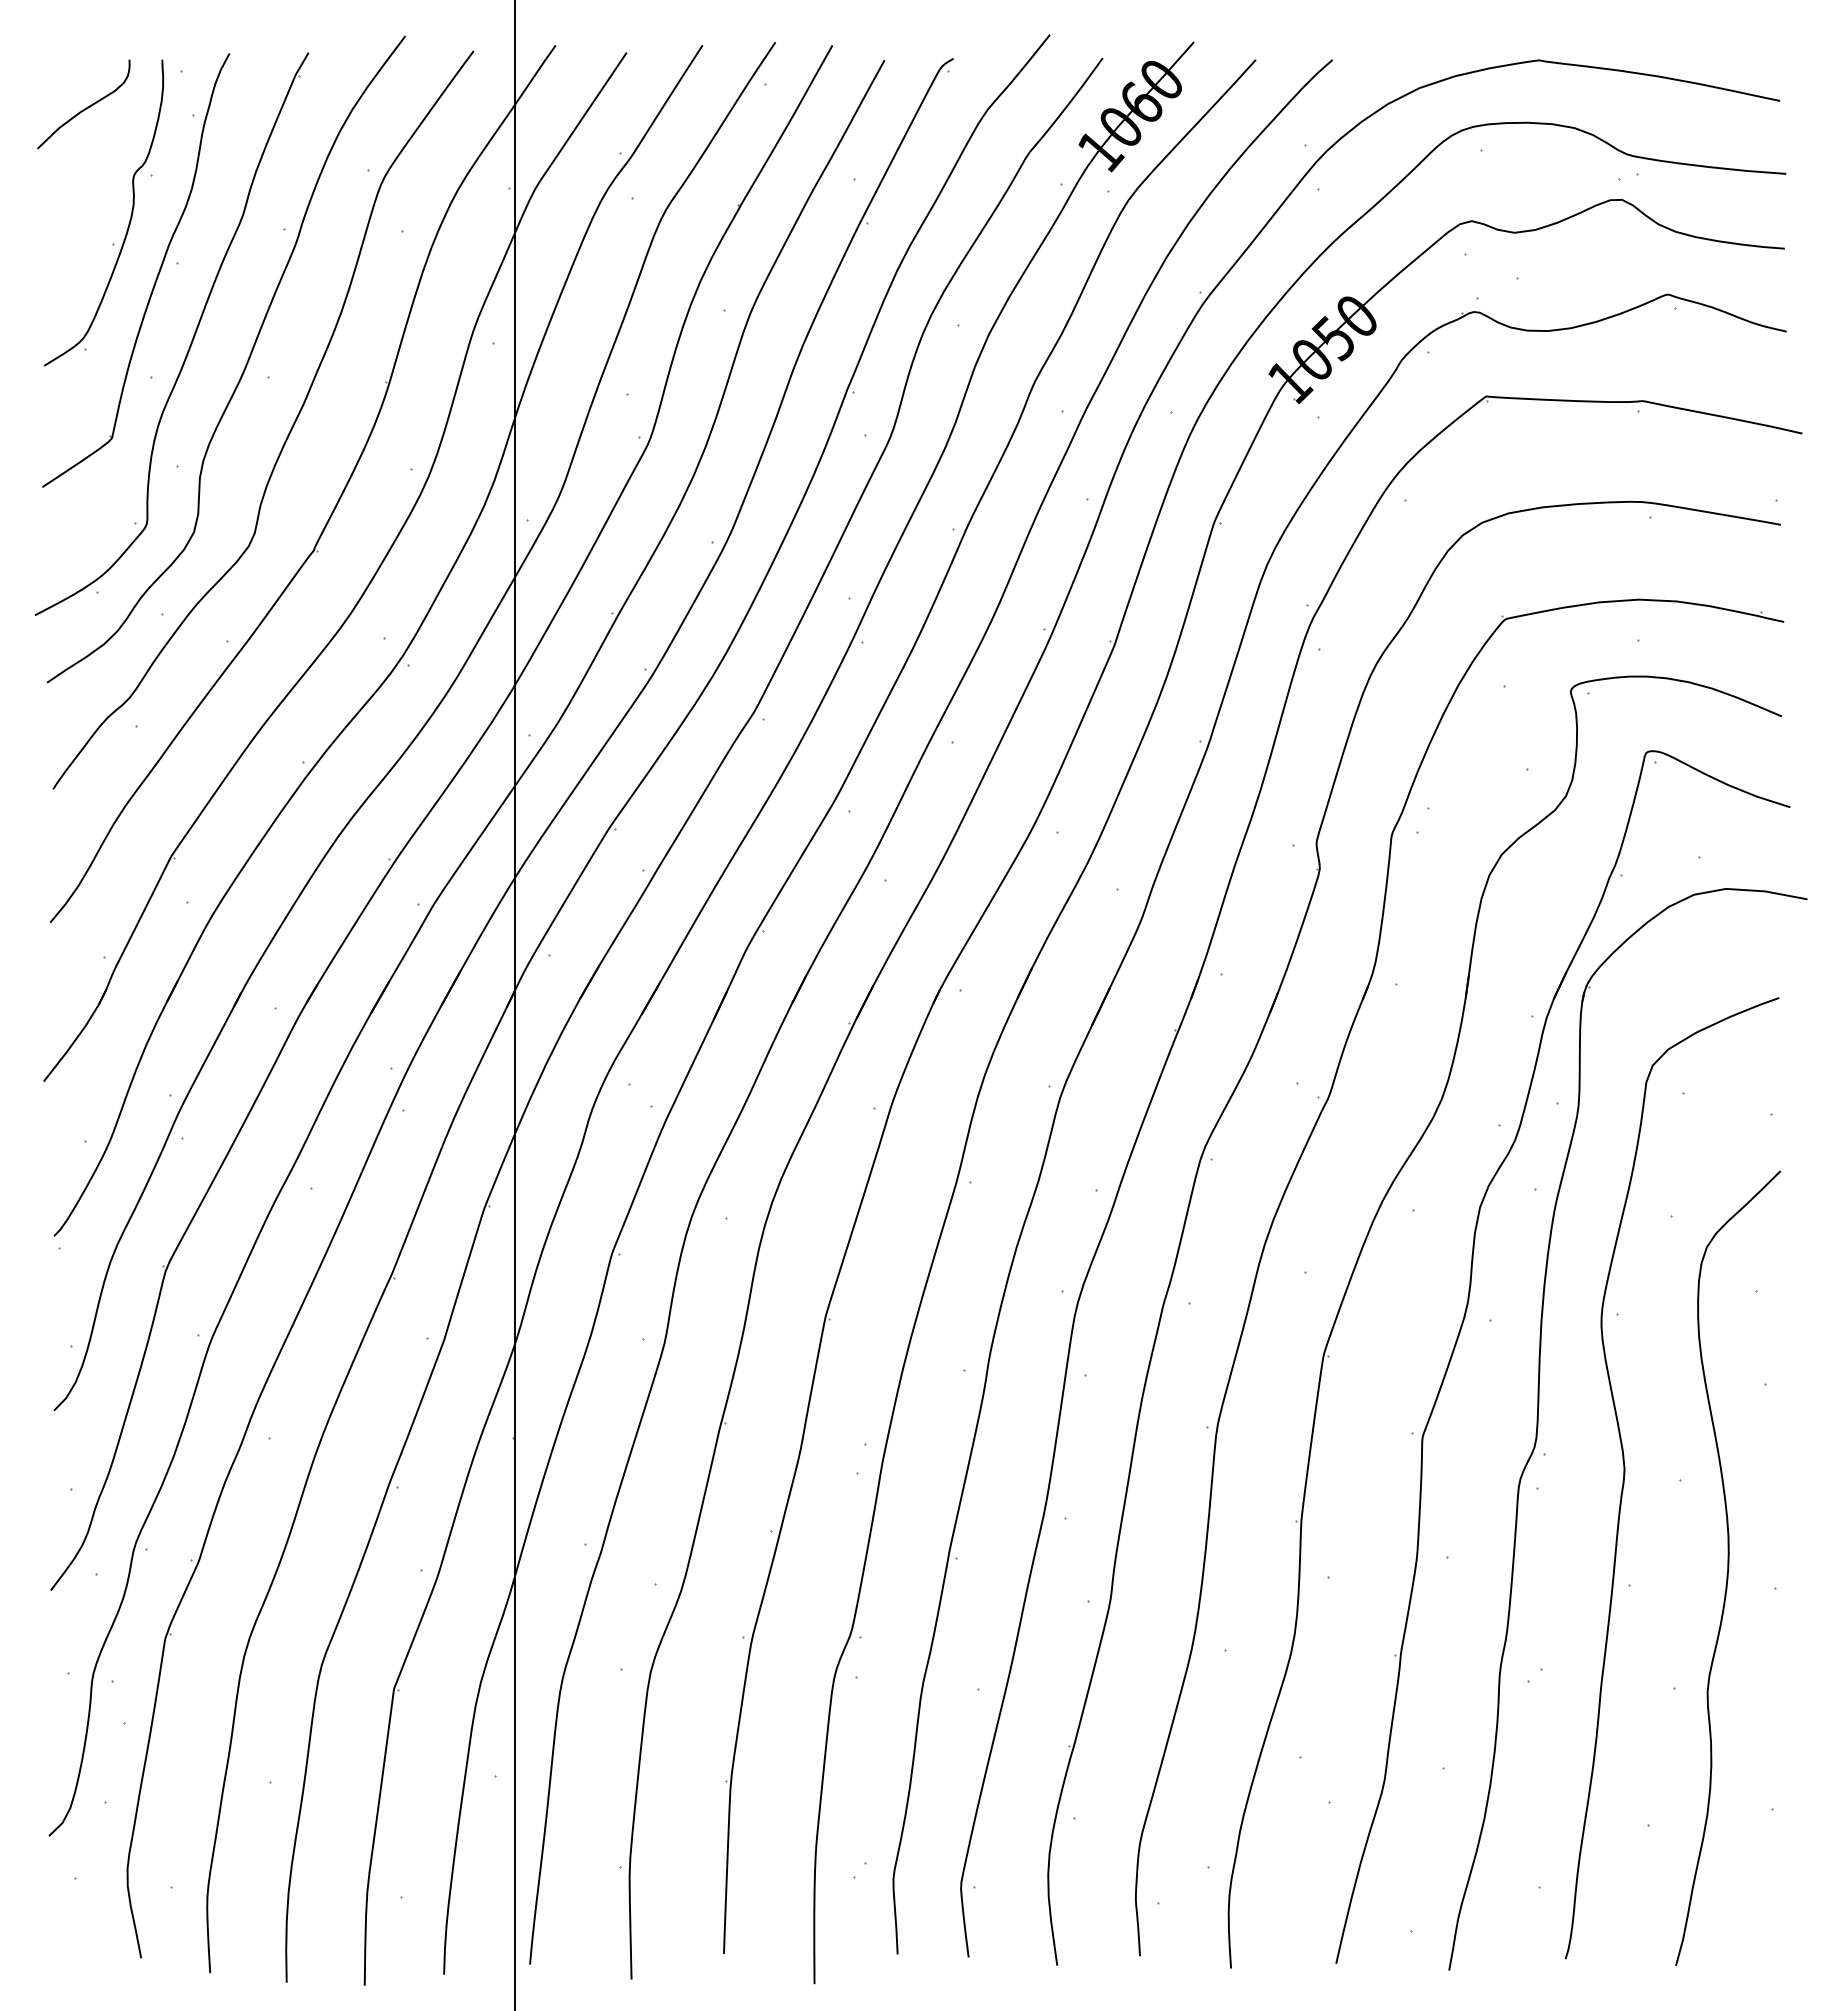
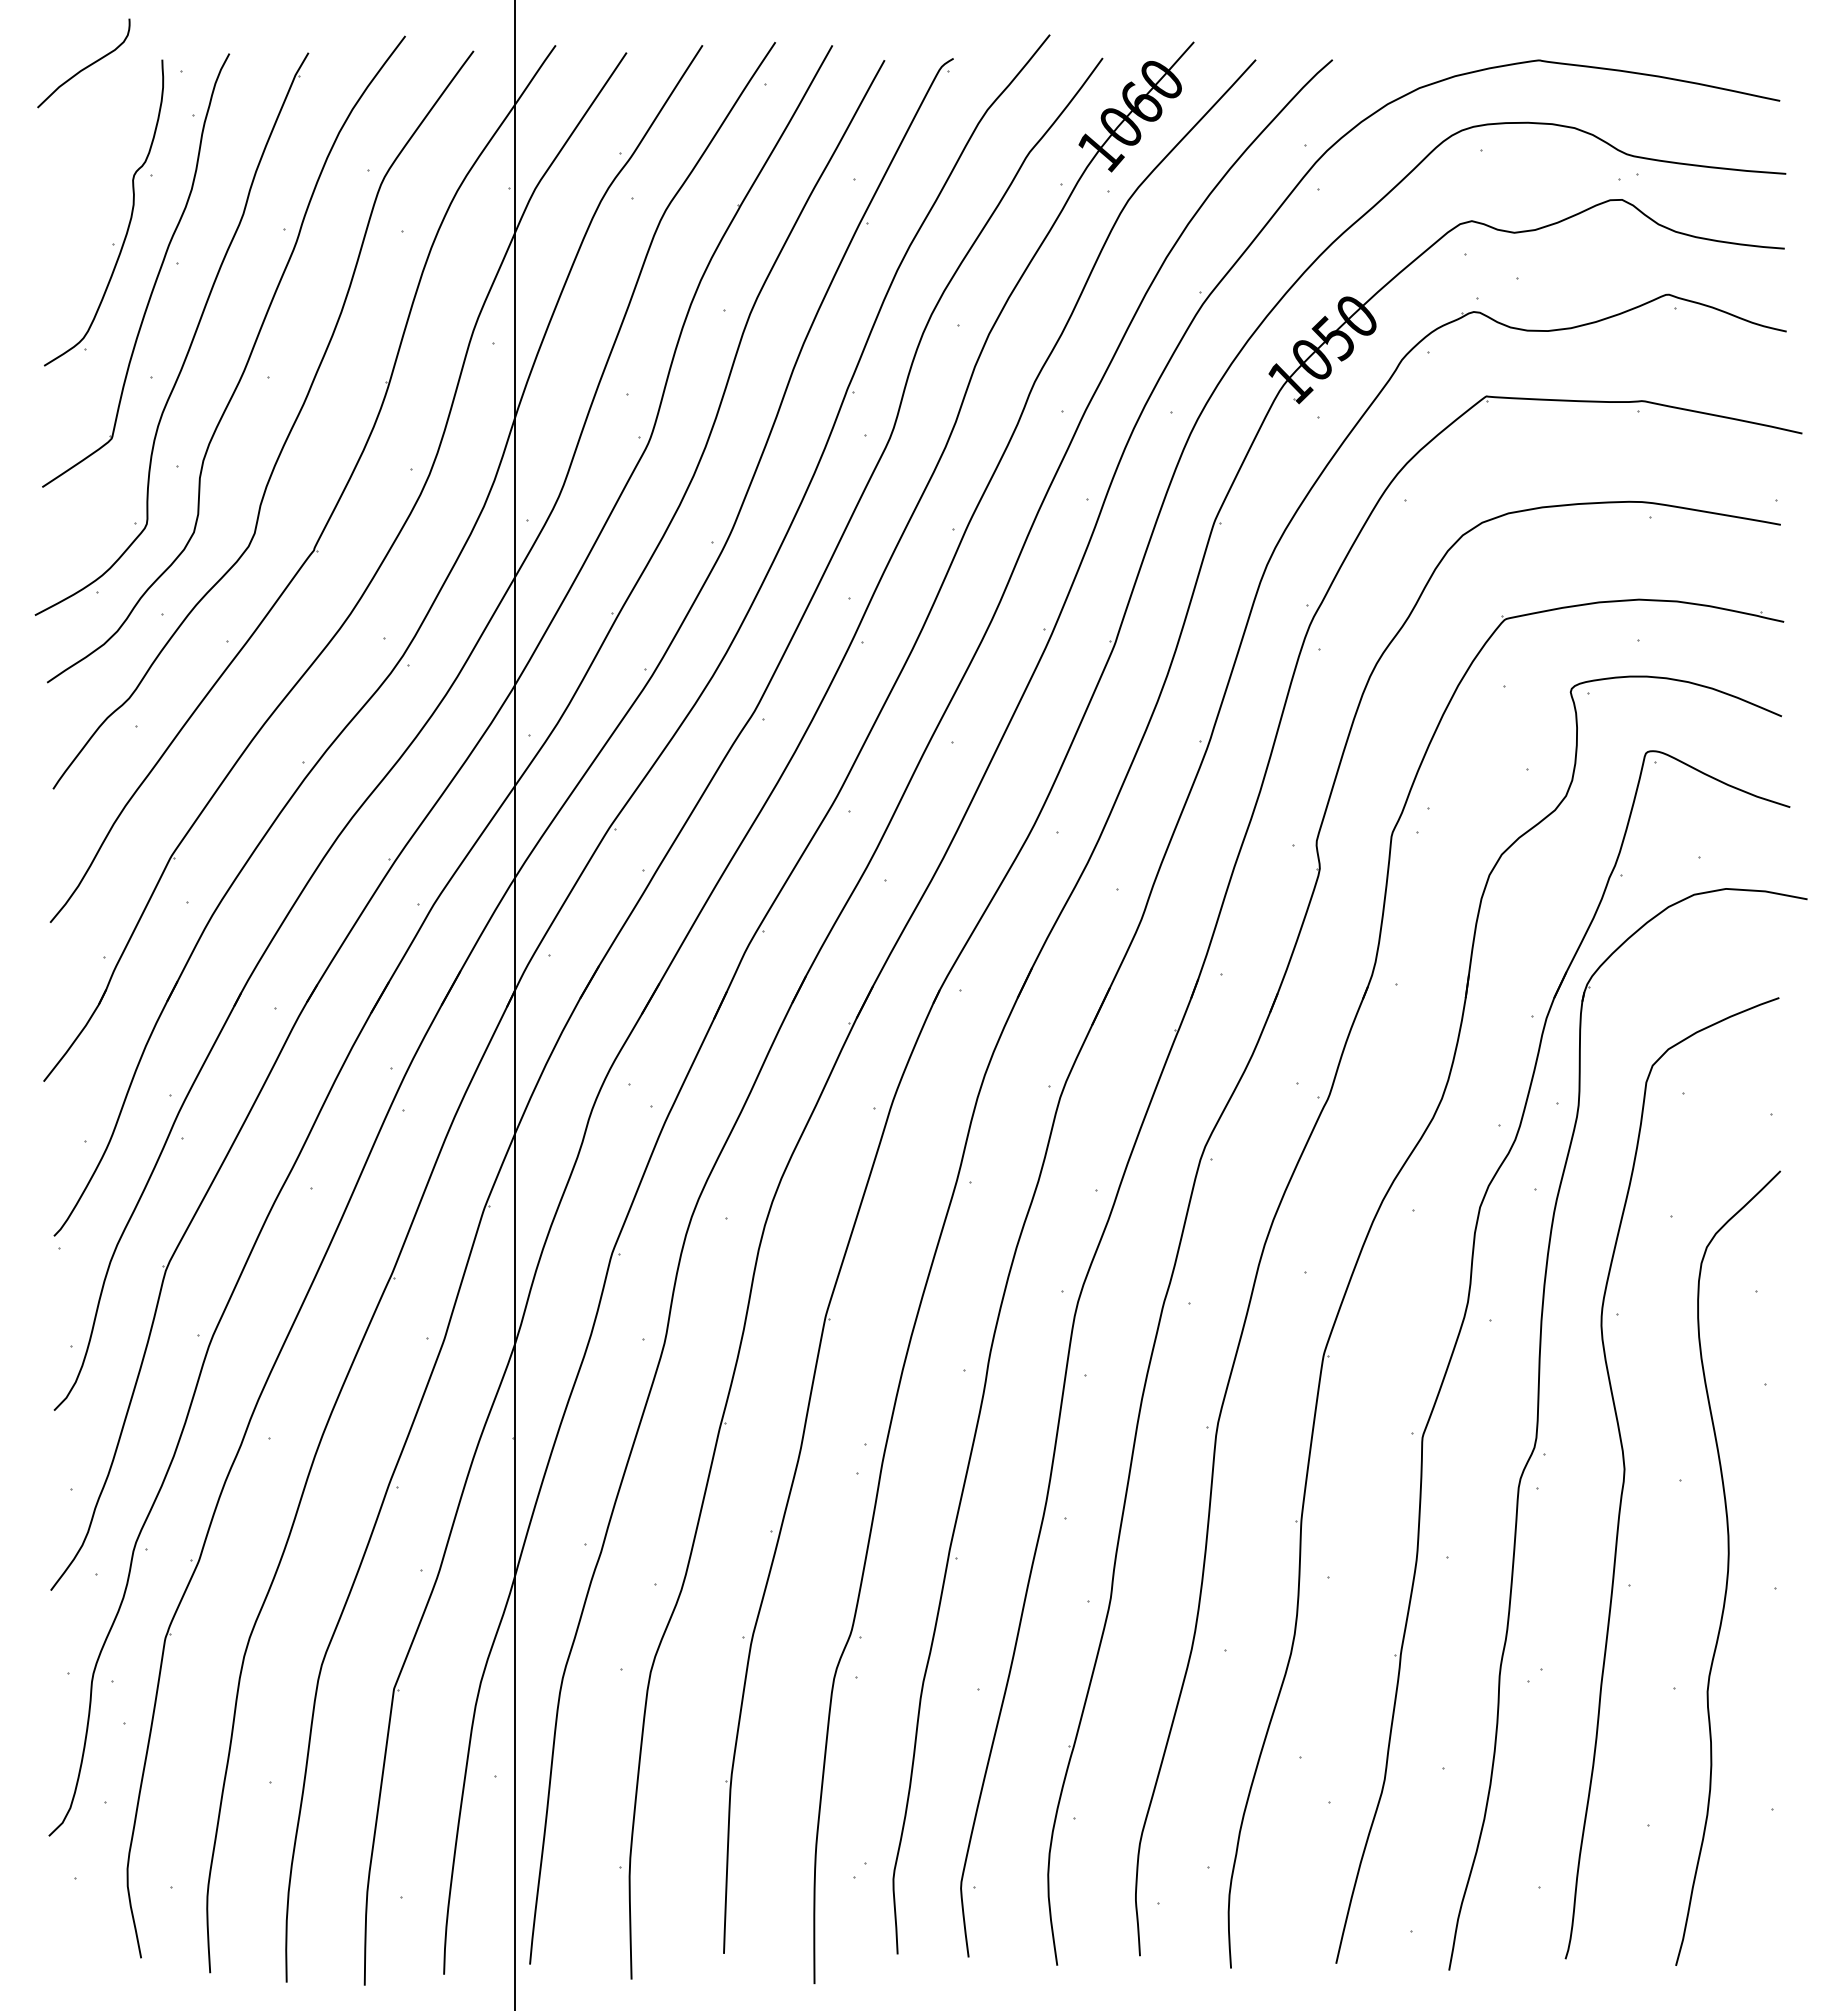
curve at (84, 108) position: (84, 108) -> (84, 67)
